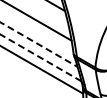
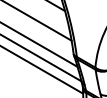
line at (39, 44): dashed -> solid
line at (41, 58): dashed -> solid
